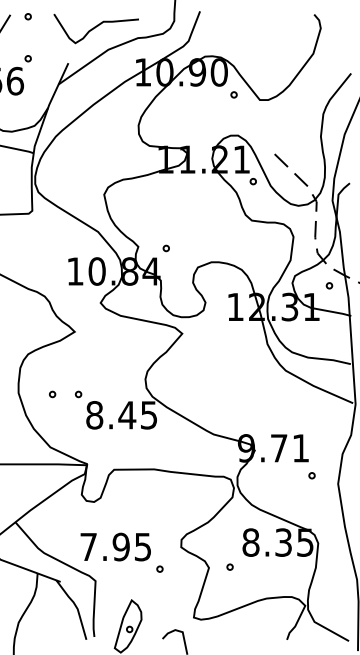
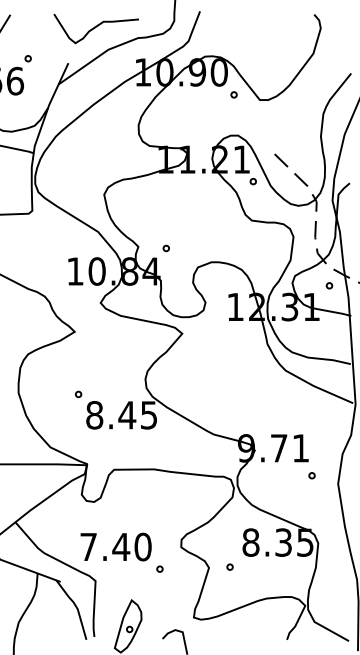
part at (27, 16): present -> none
part at (52, 394): present -> none
text at (131, 546): 7.95 -> 7.40
